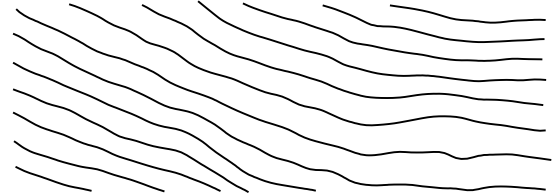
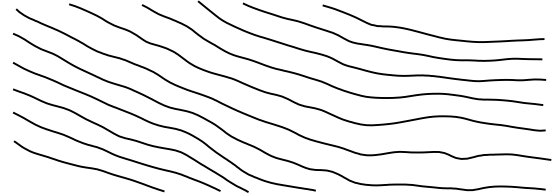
curve at (467, 19): present -> none
curve at (52, 179): present -> none
